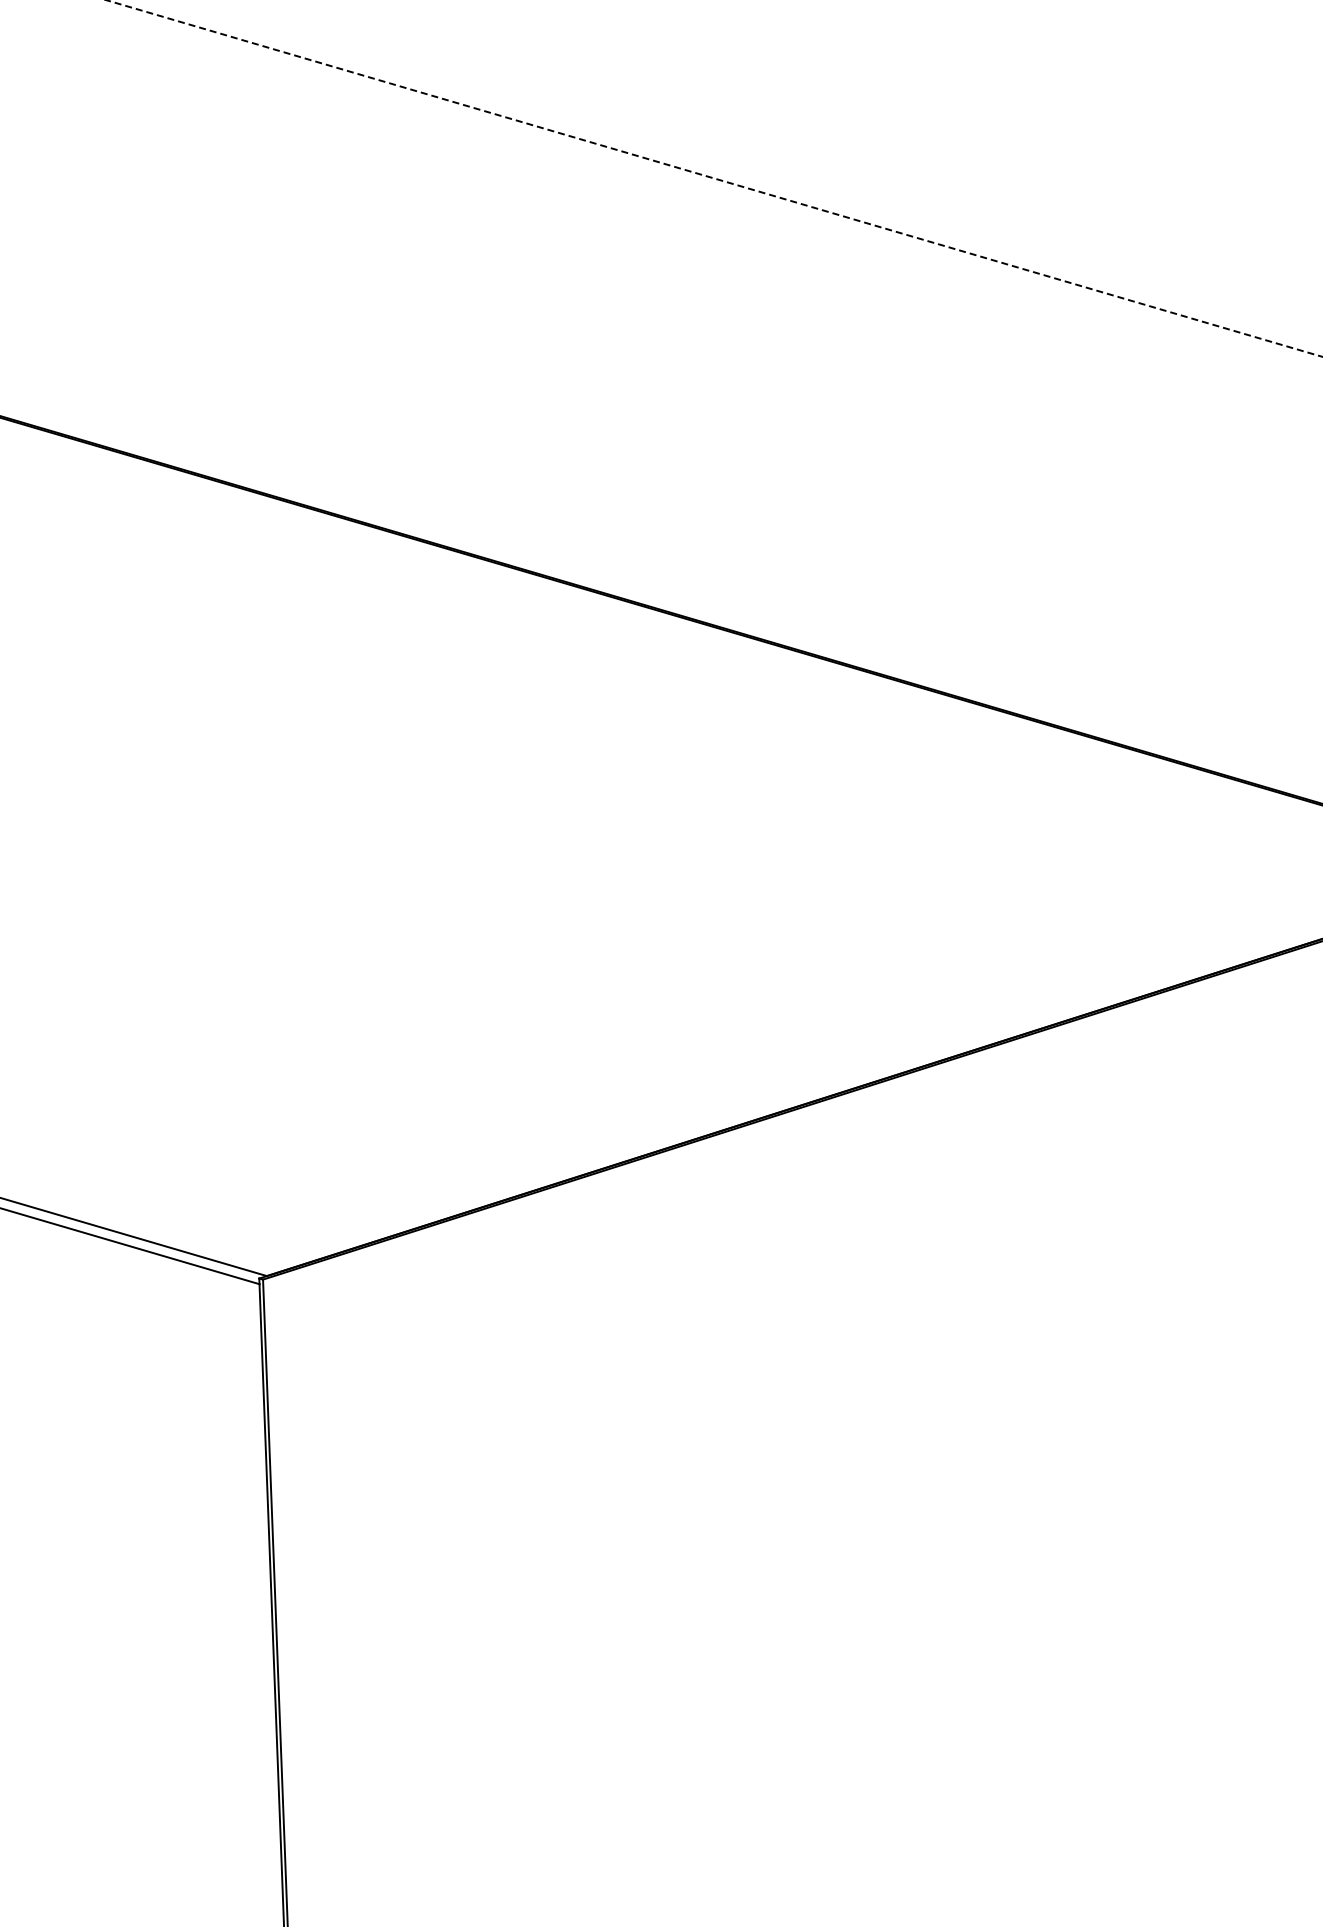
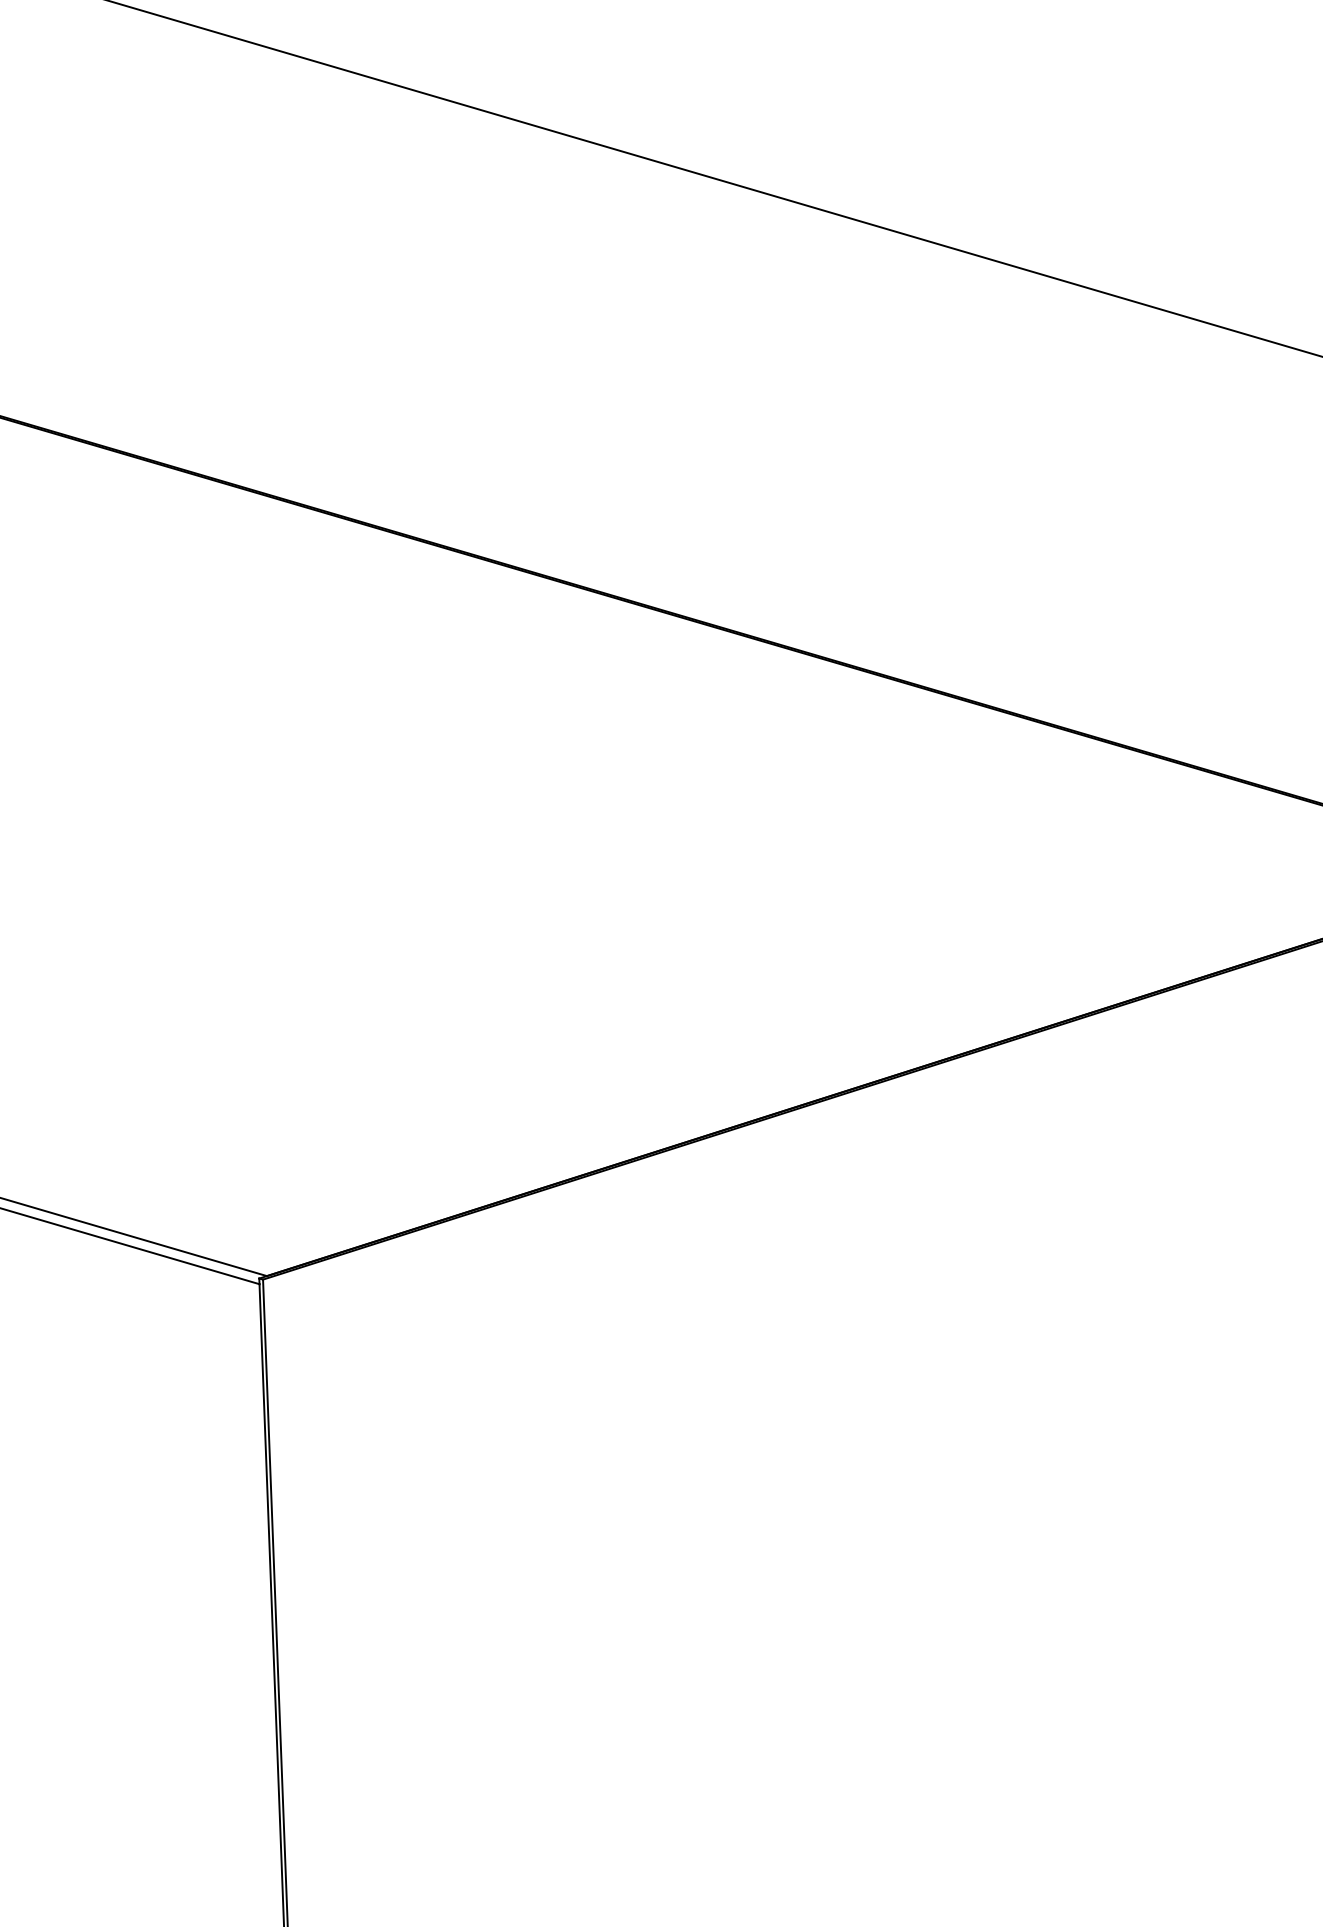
line at (714, 178): dashed -> solid
